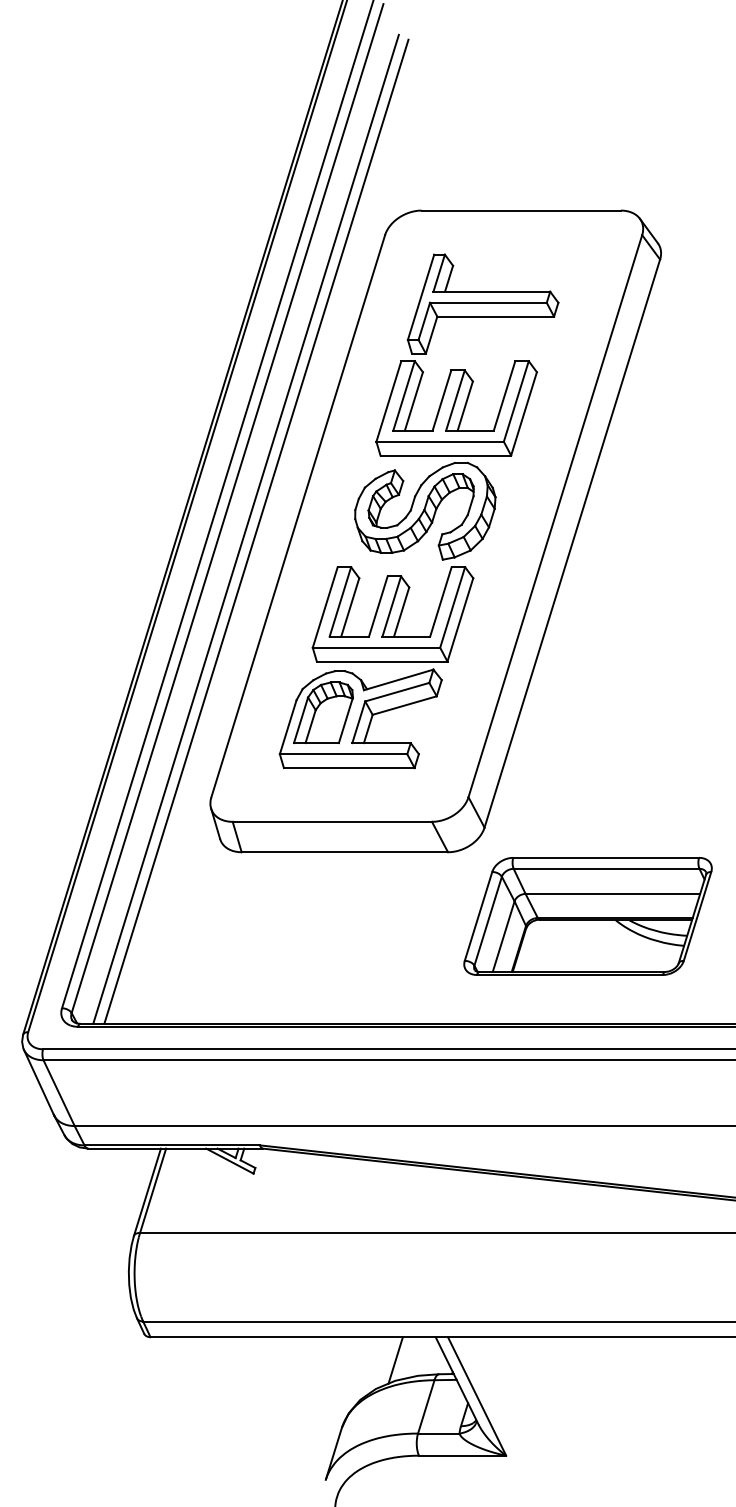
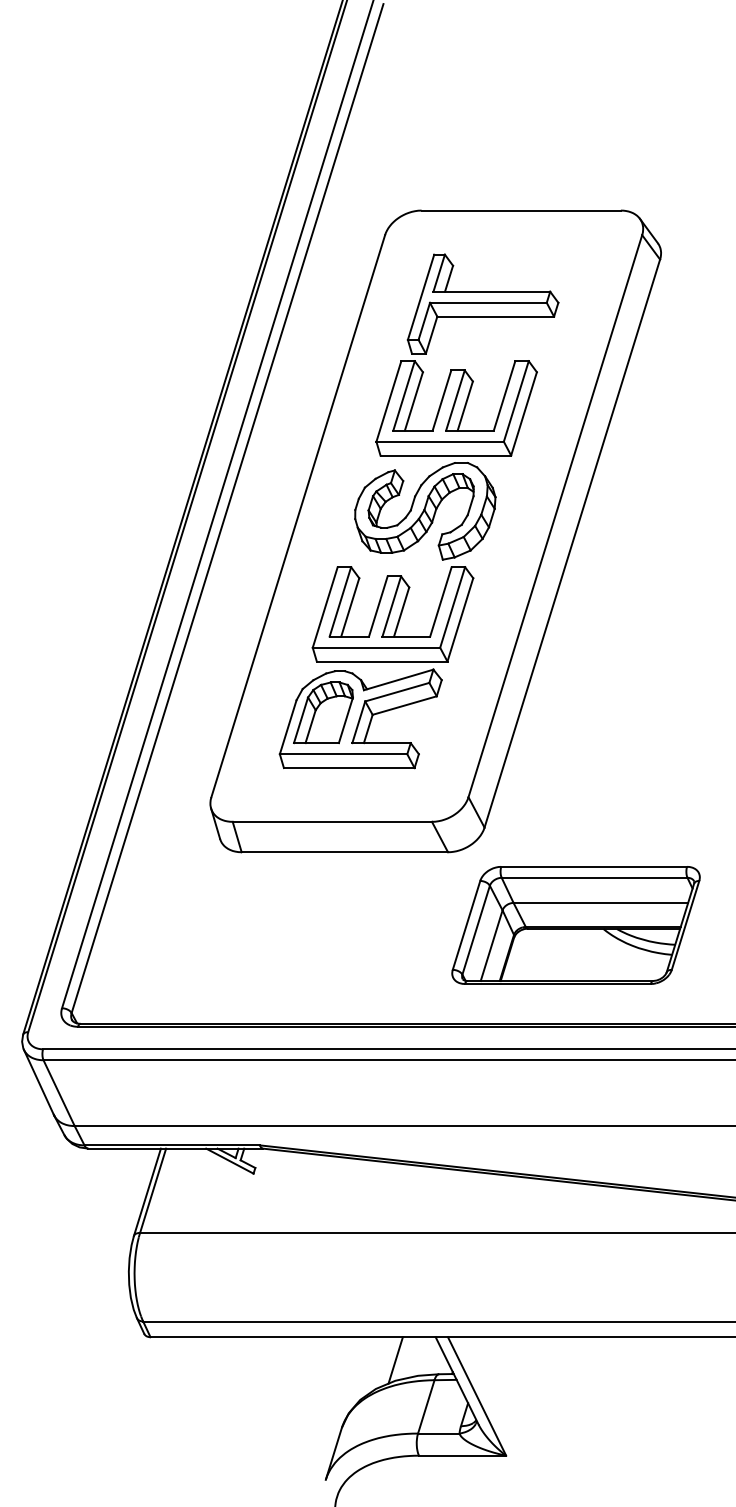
line at (245, 528): present -> none
line at (256, 531): present -> none
part at (587, 916) position: (587, 916) -> (575, 925)
